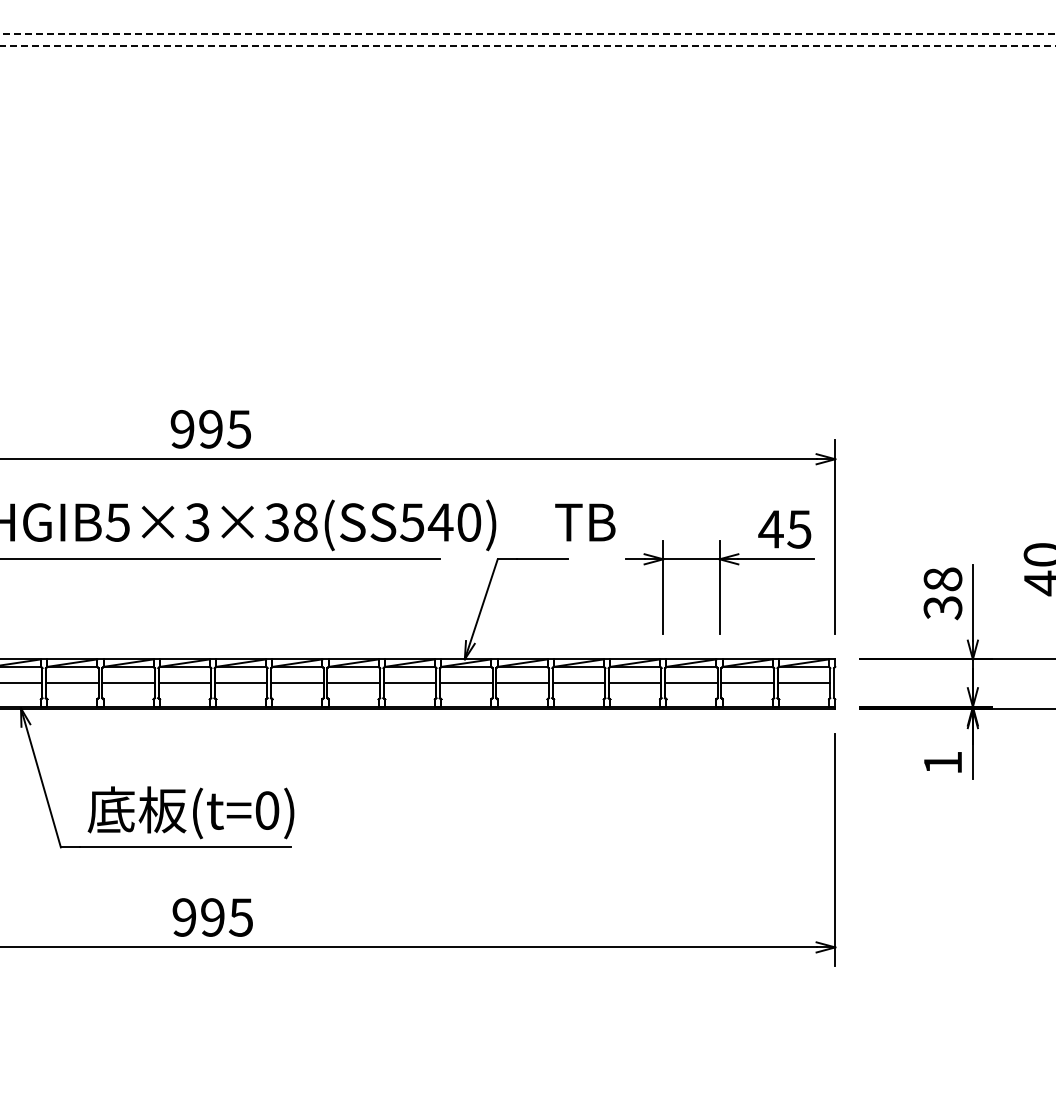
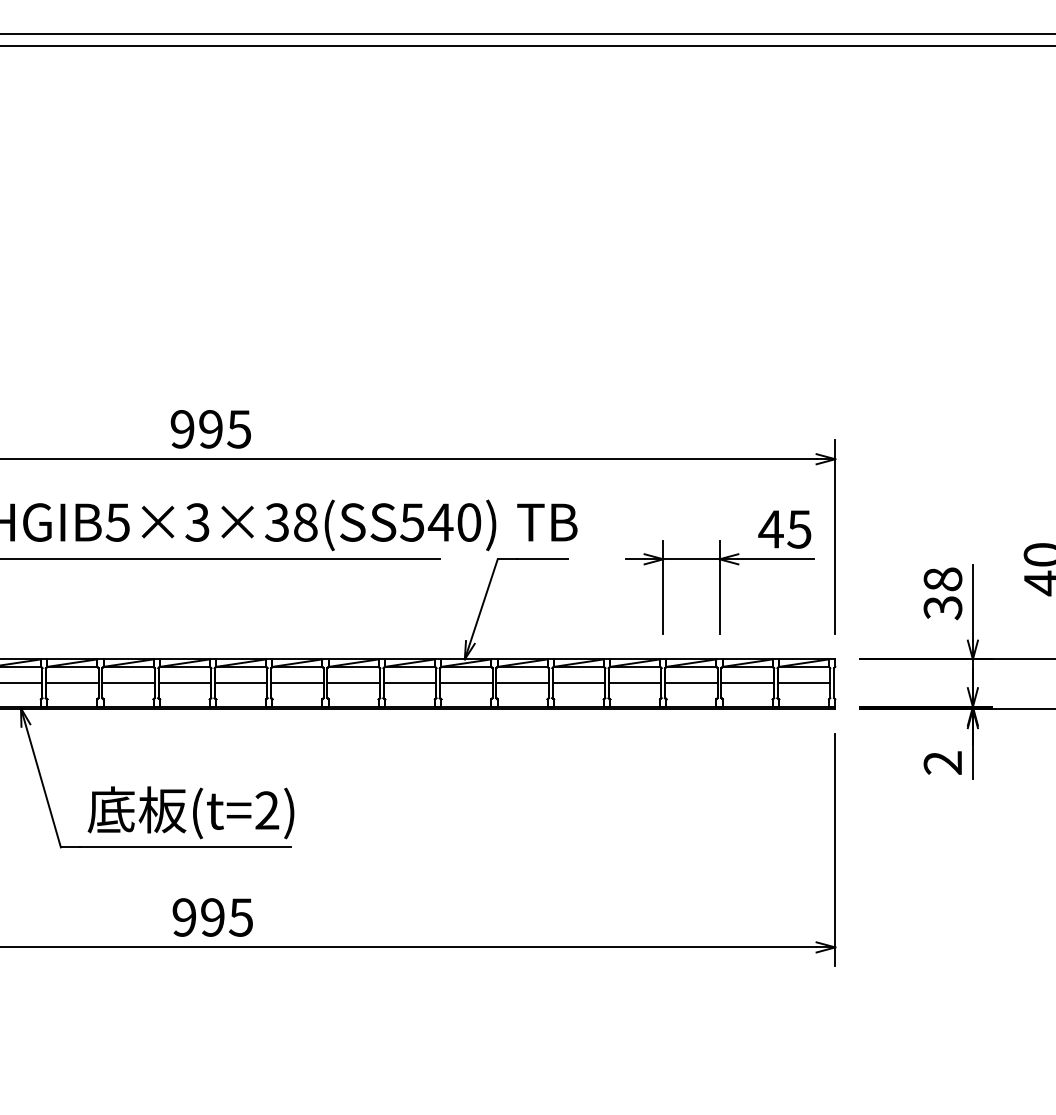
line at (527, 33): dashed -> solid
line at (528, 45): dashed -> solid
text at (585, 522) position: (585, 522) -> (547, 522)
text at (942, 762): 1 -> 2
text at (267, 810): (t=0) -> (t=2)
